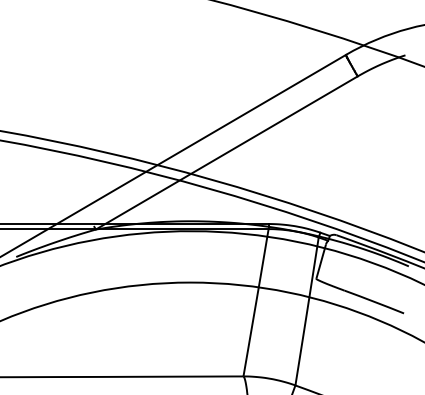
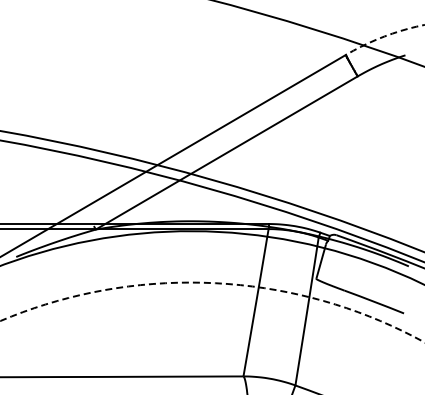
arc at (384, 36): solid -> dashed
circle at (212, 312): solid -> dashed
